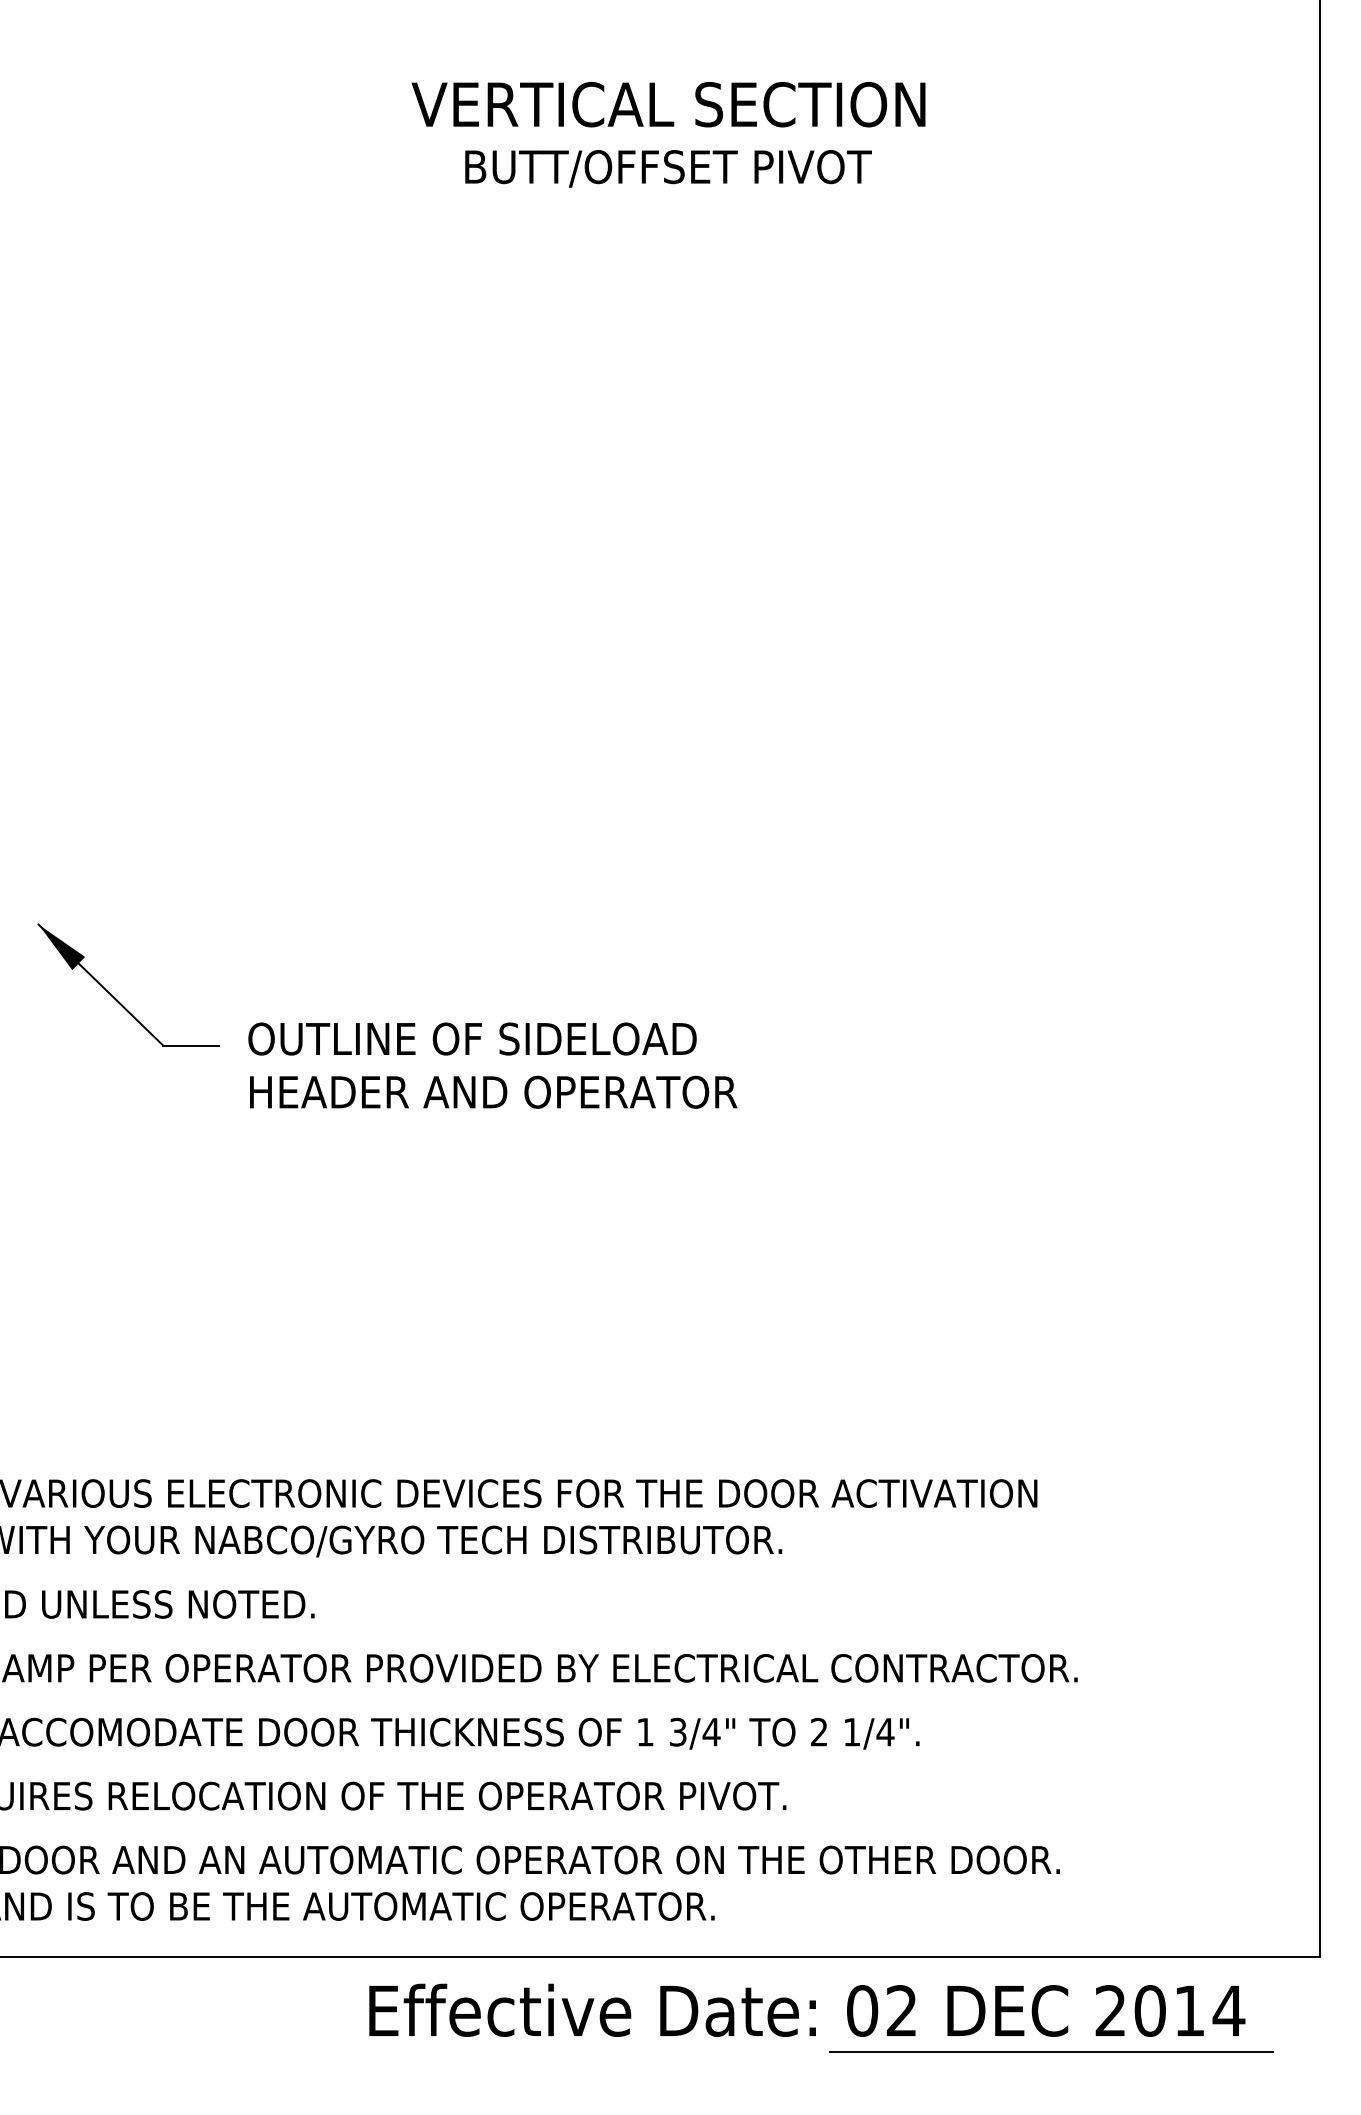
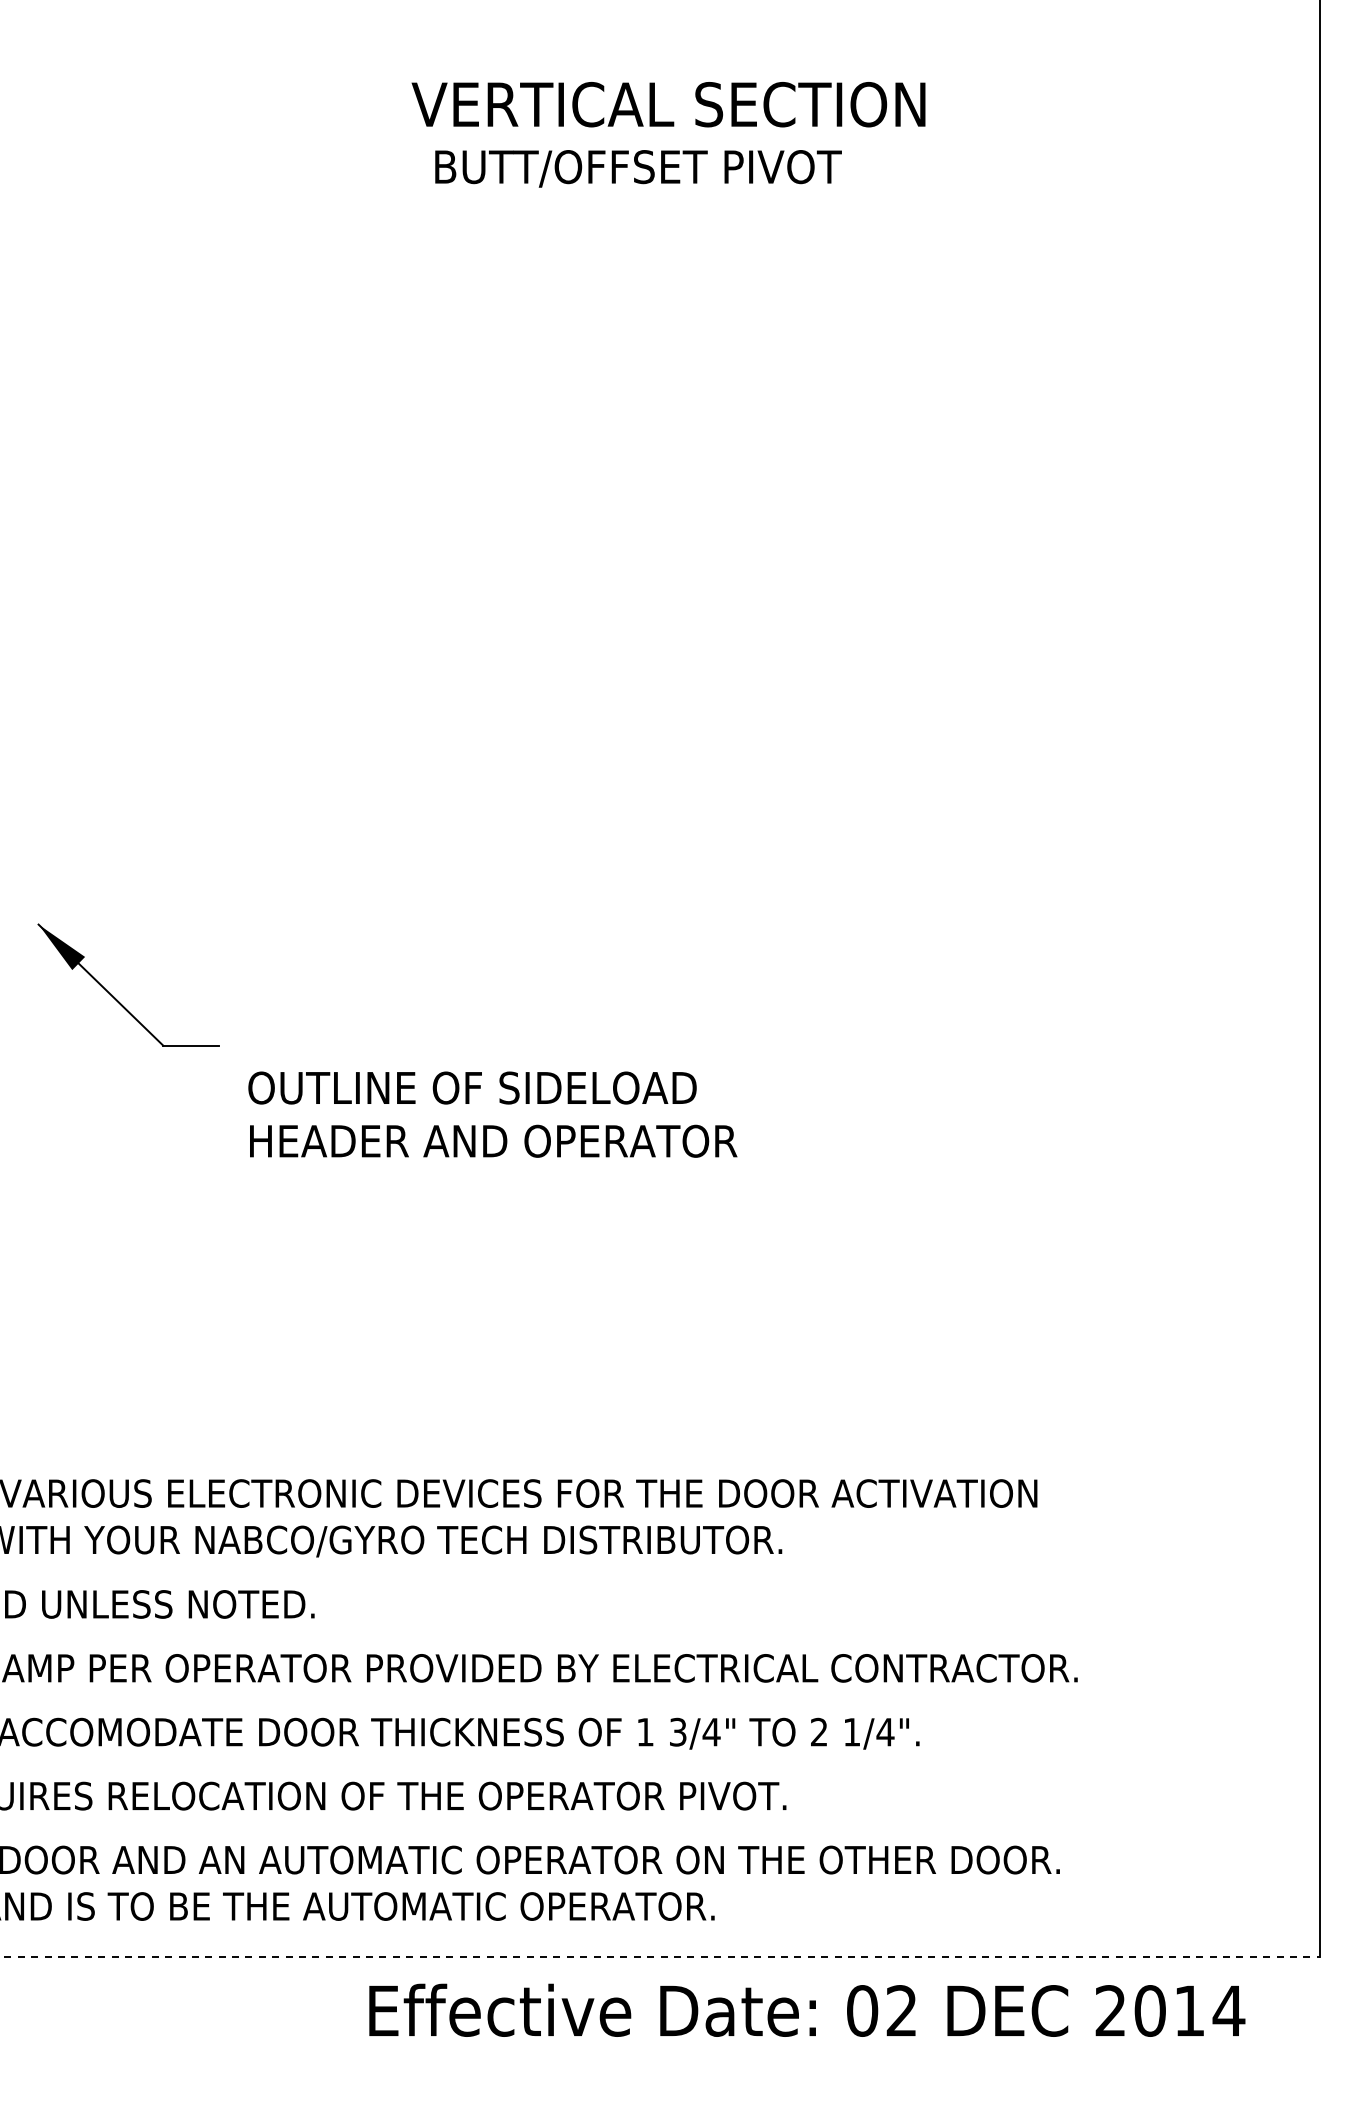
text at (668, 168) position: (668, 168) -> (638, 168)
text at (492, 1065) position: (492, 1065) -> (492, 1114)
line at (660, 1957): solid -> dashed
line at (1051, 2051): present -> none
